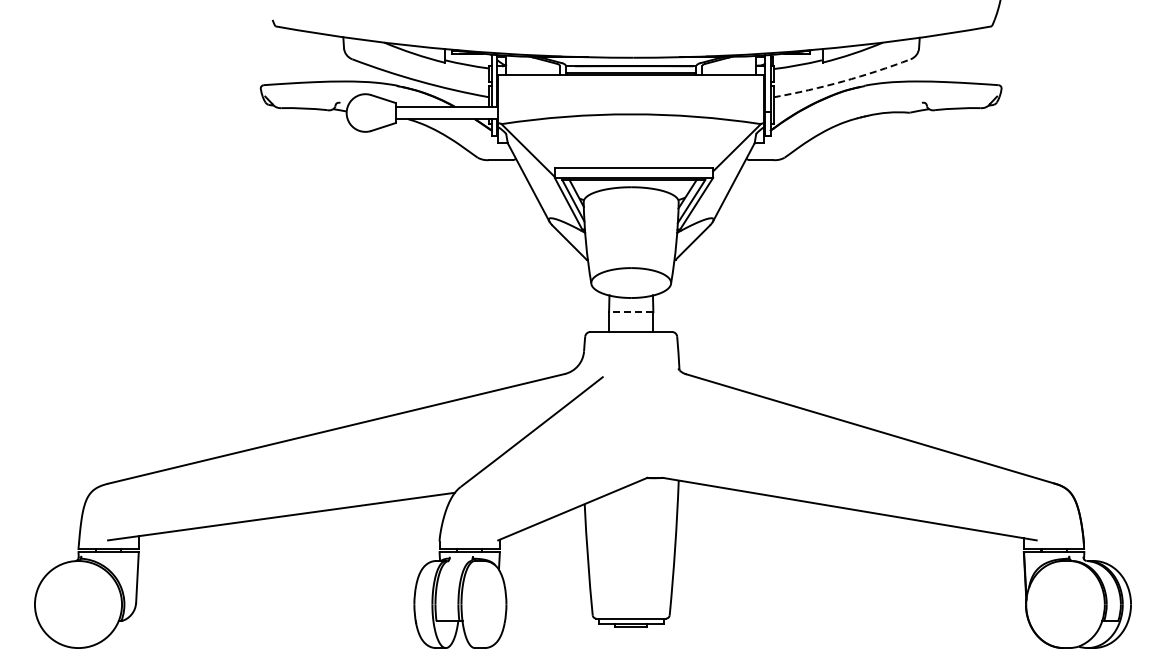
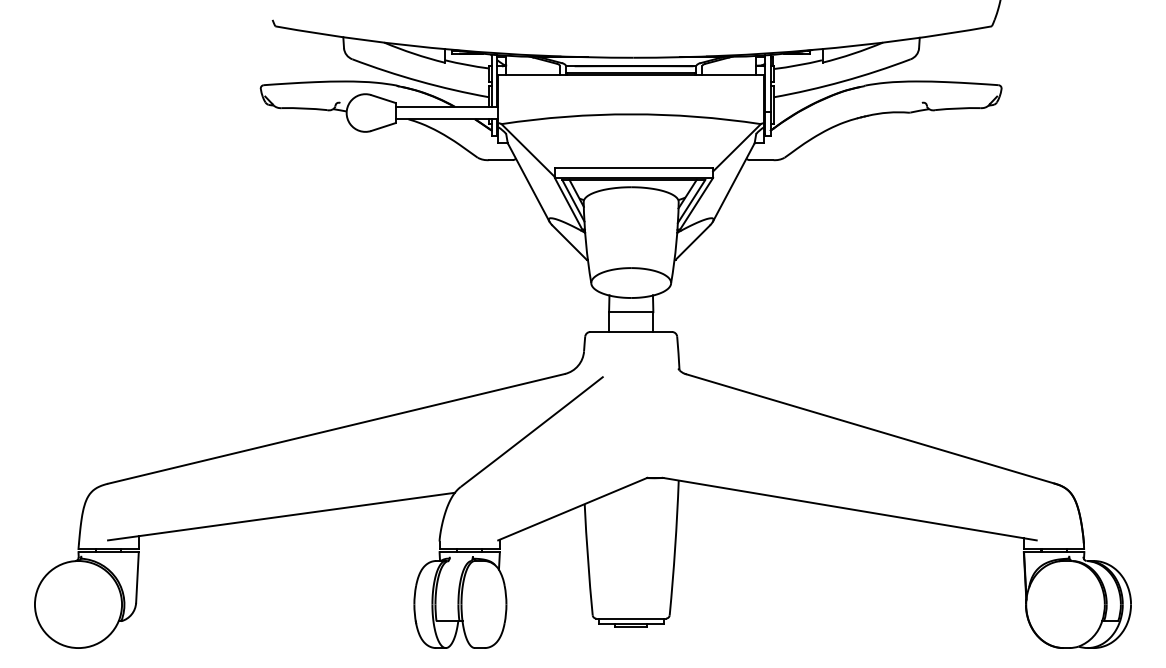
arc at (843, 81): dashed -> solid
line at (630, 312): dashed -> solid
